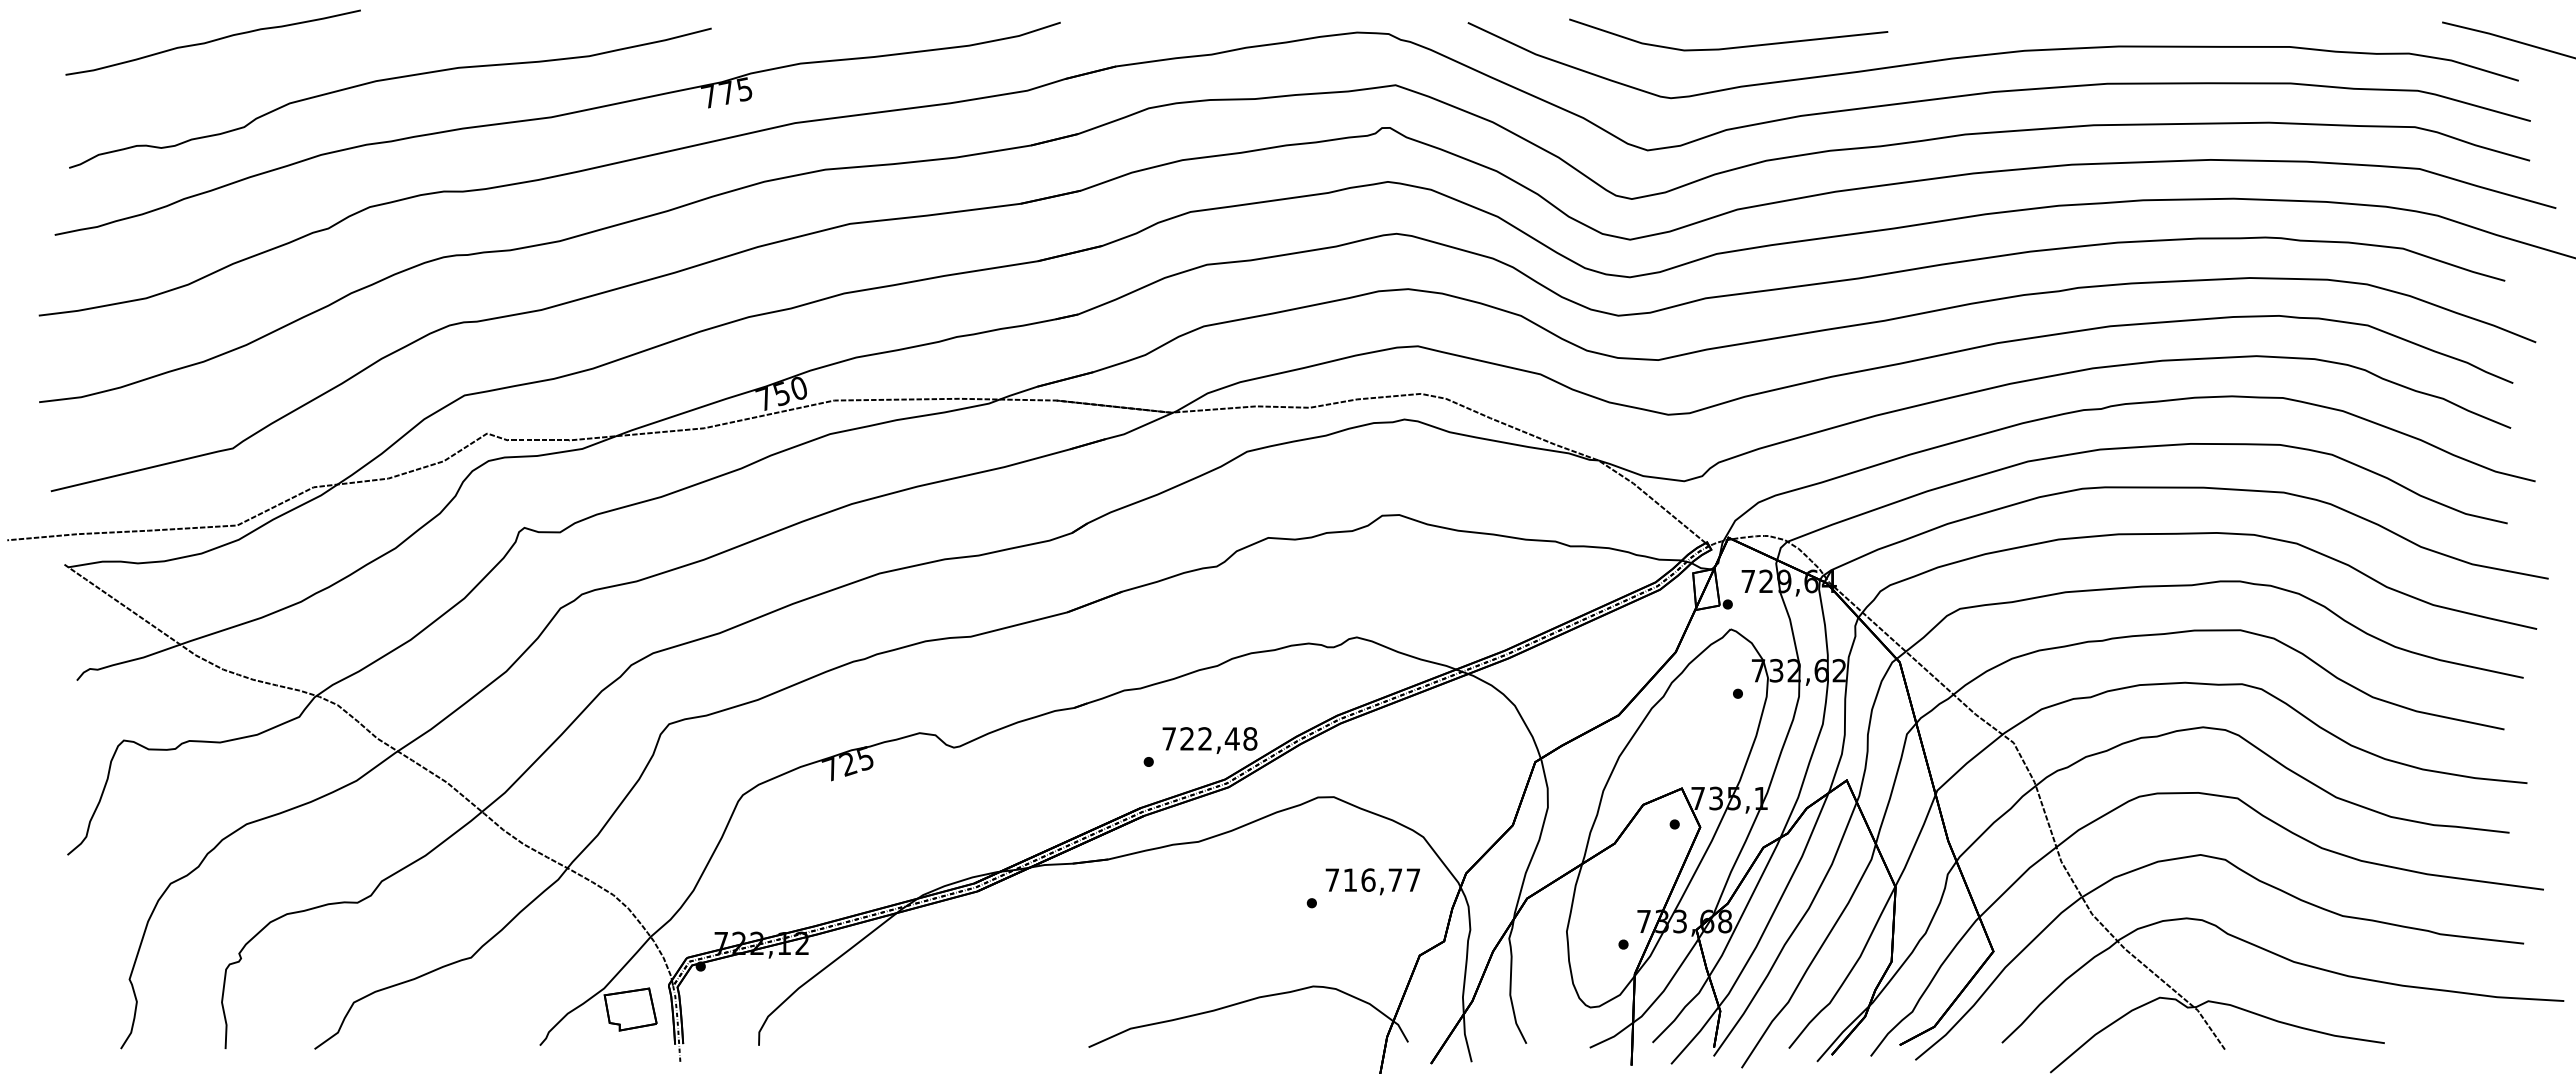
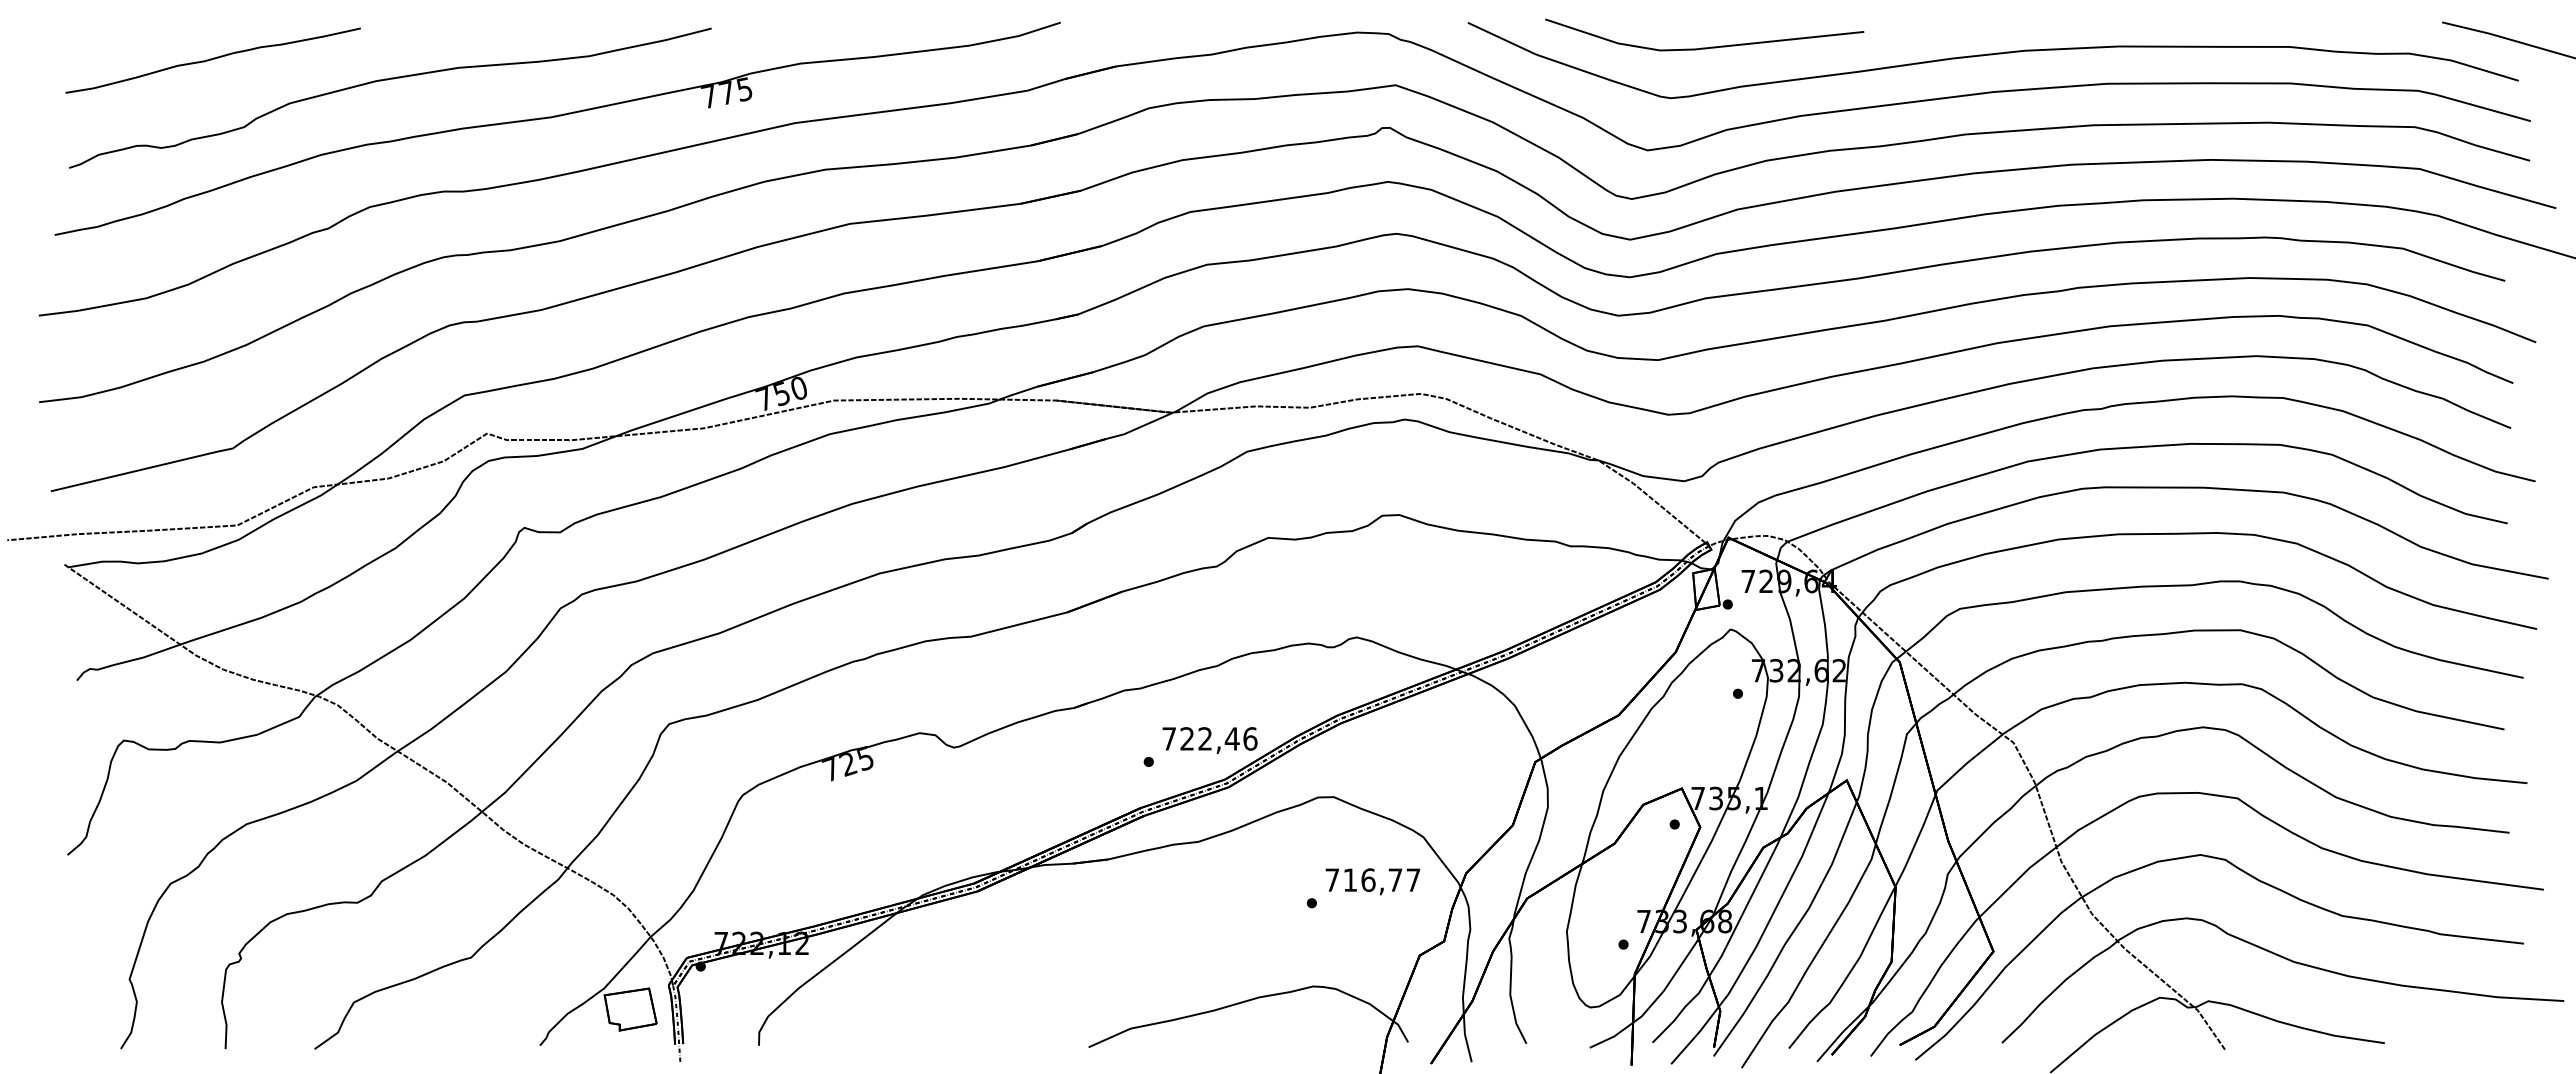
curve at (212, 41) position: (212, 41) -> (212, 59)
line at (1728, 47) position: (1728, 47) -> (1704, 47)
text at (1250, 738): 722,48 -> 722,46
